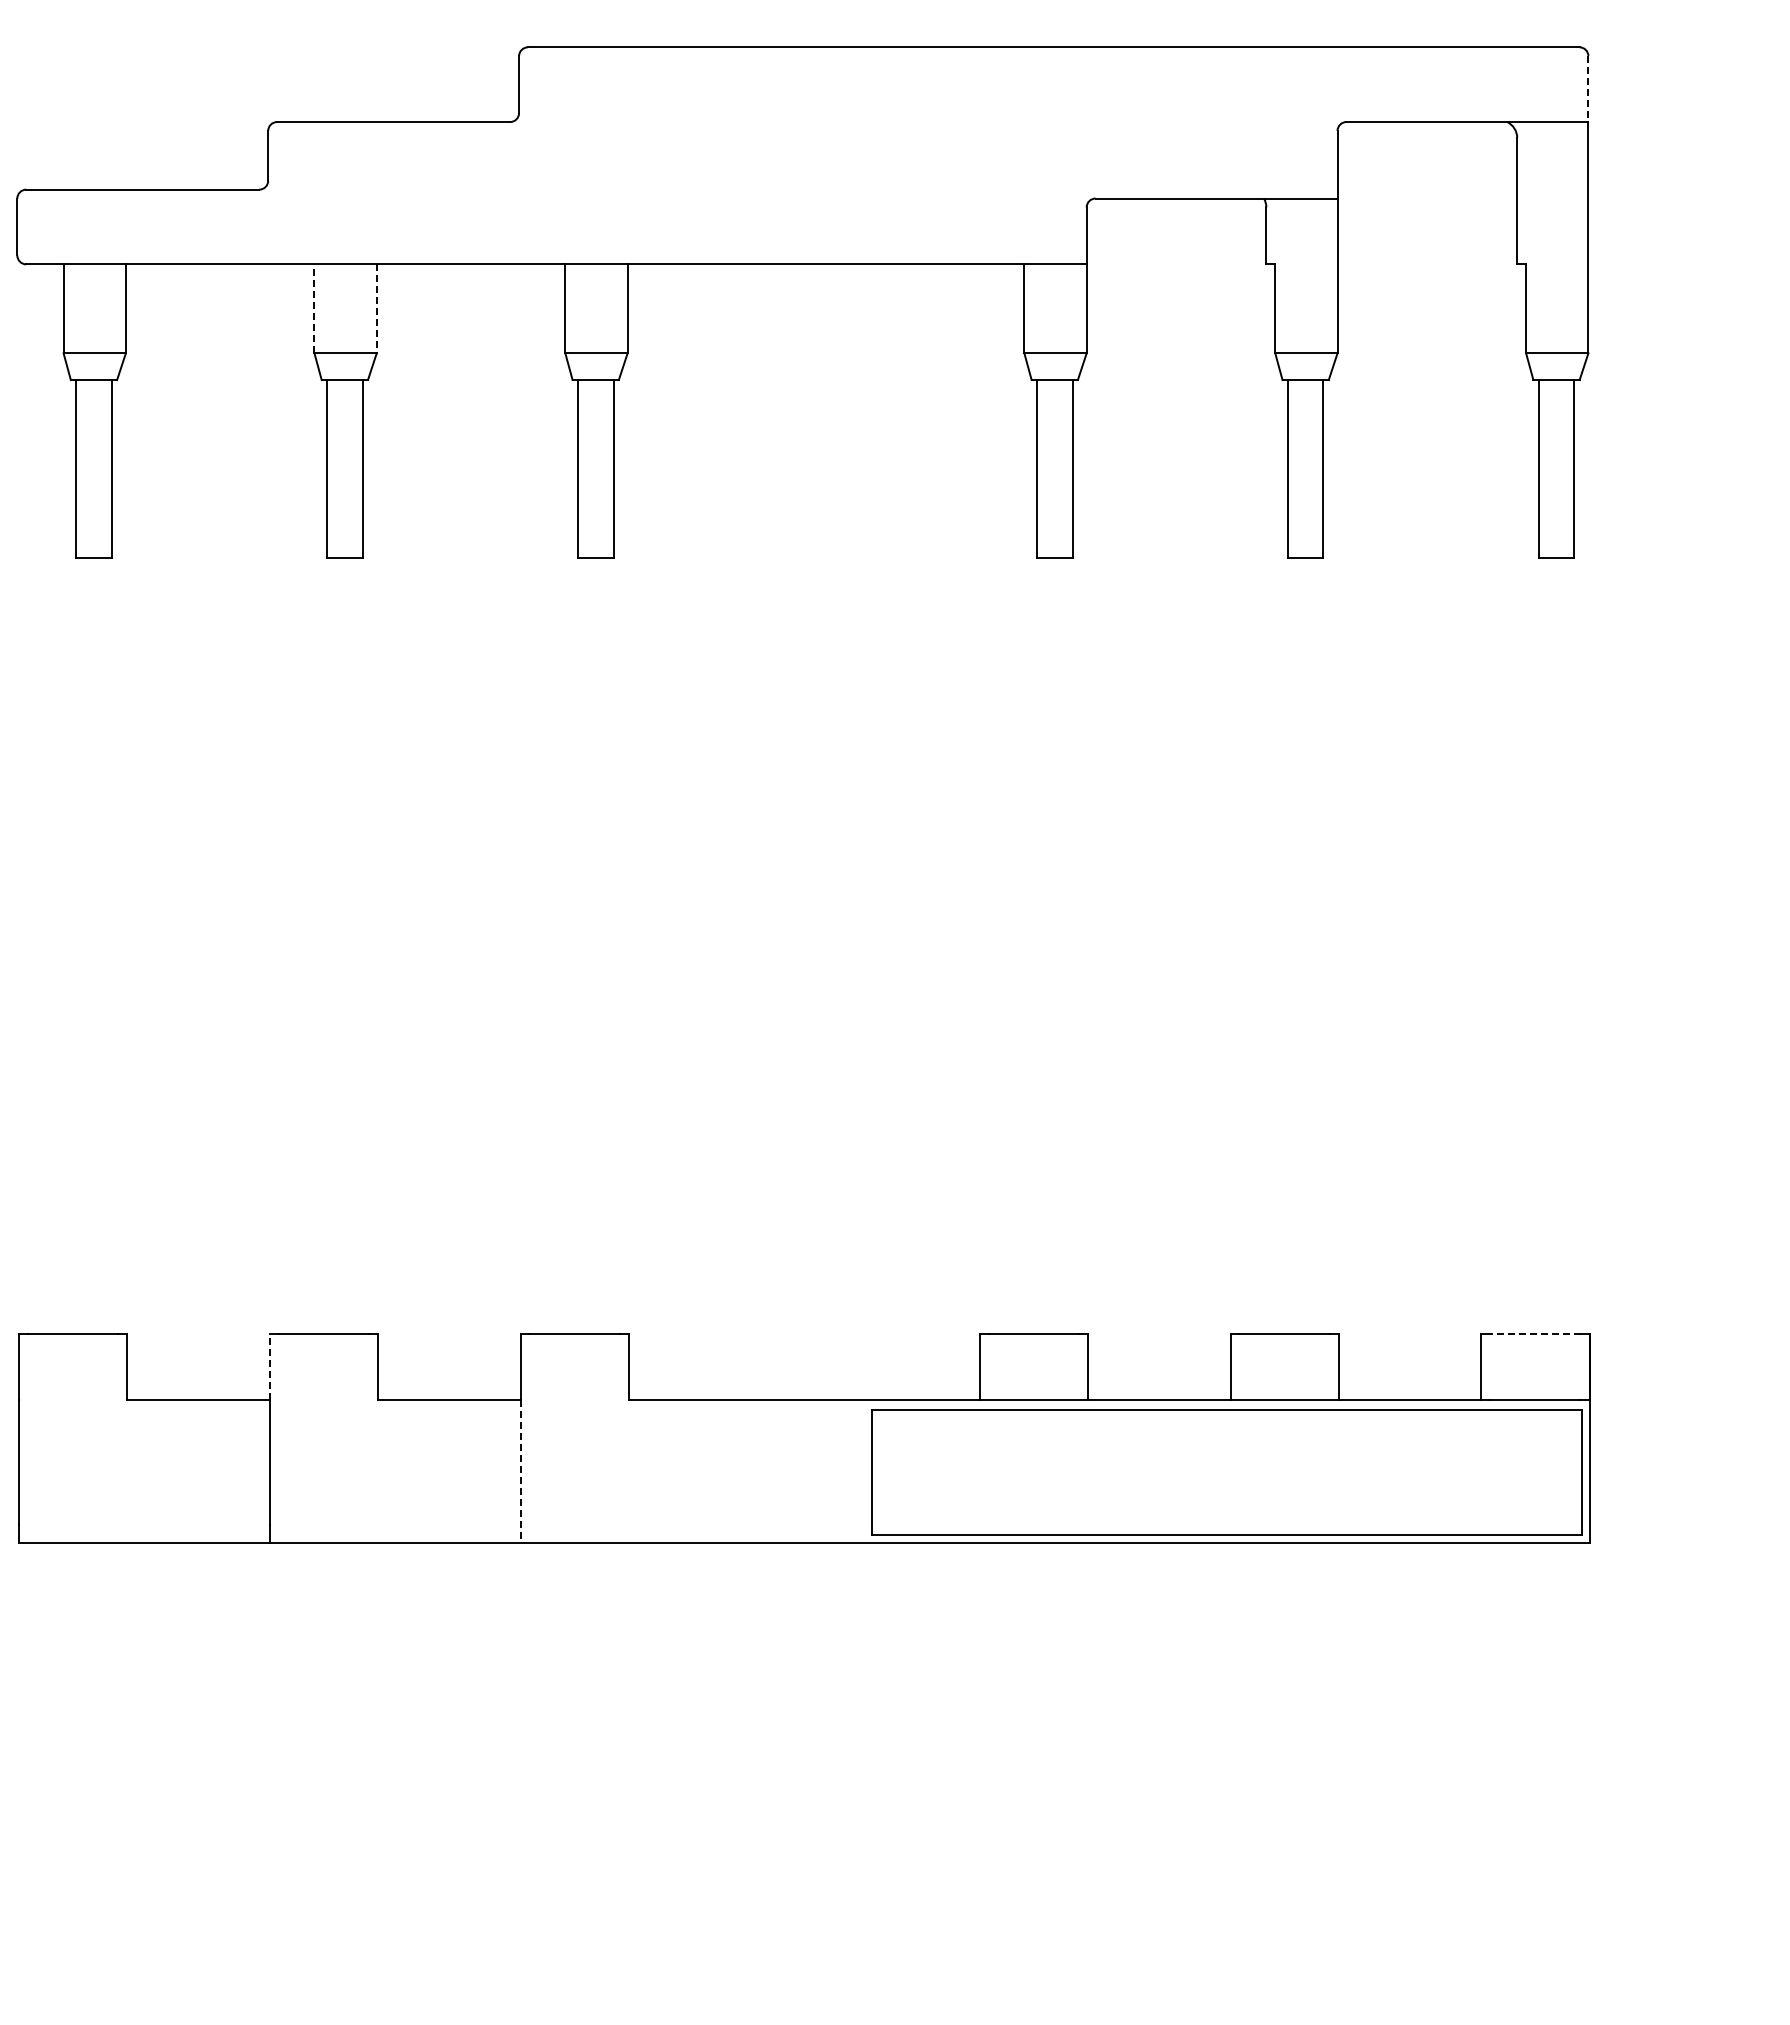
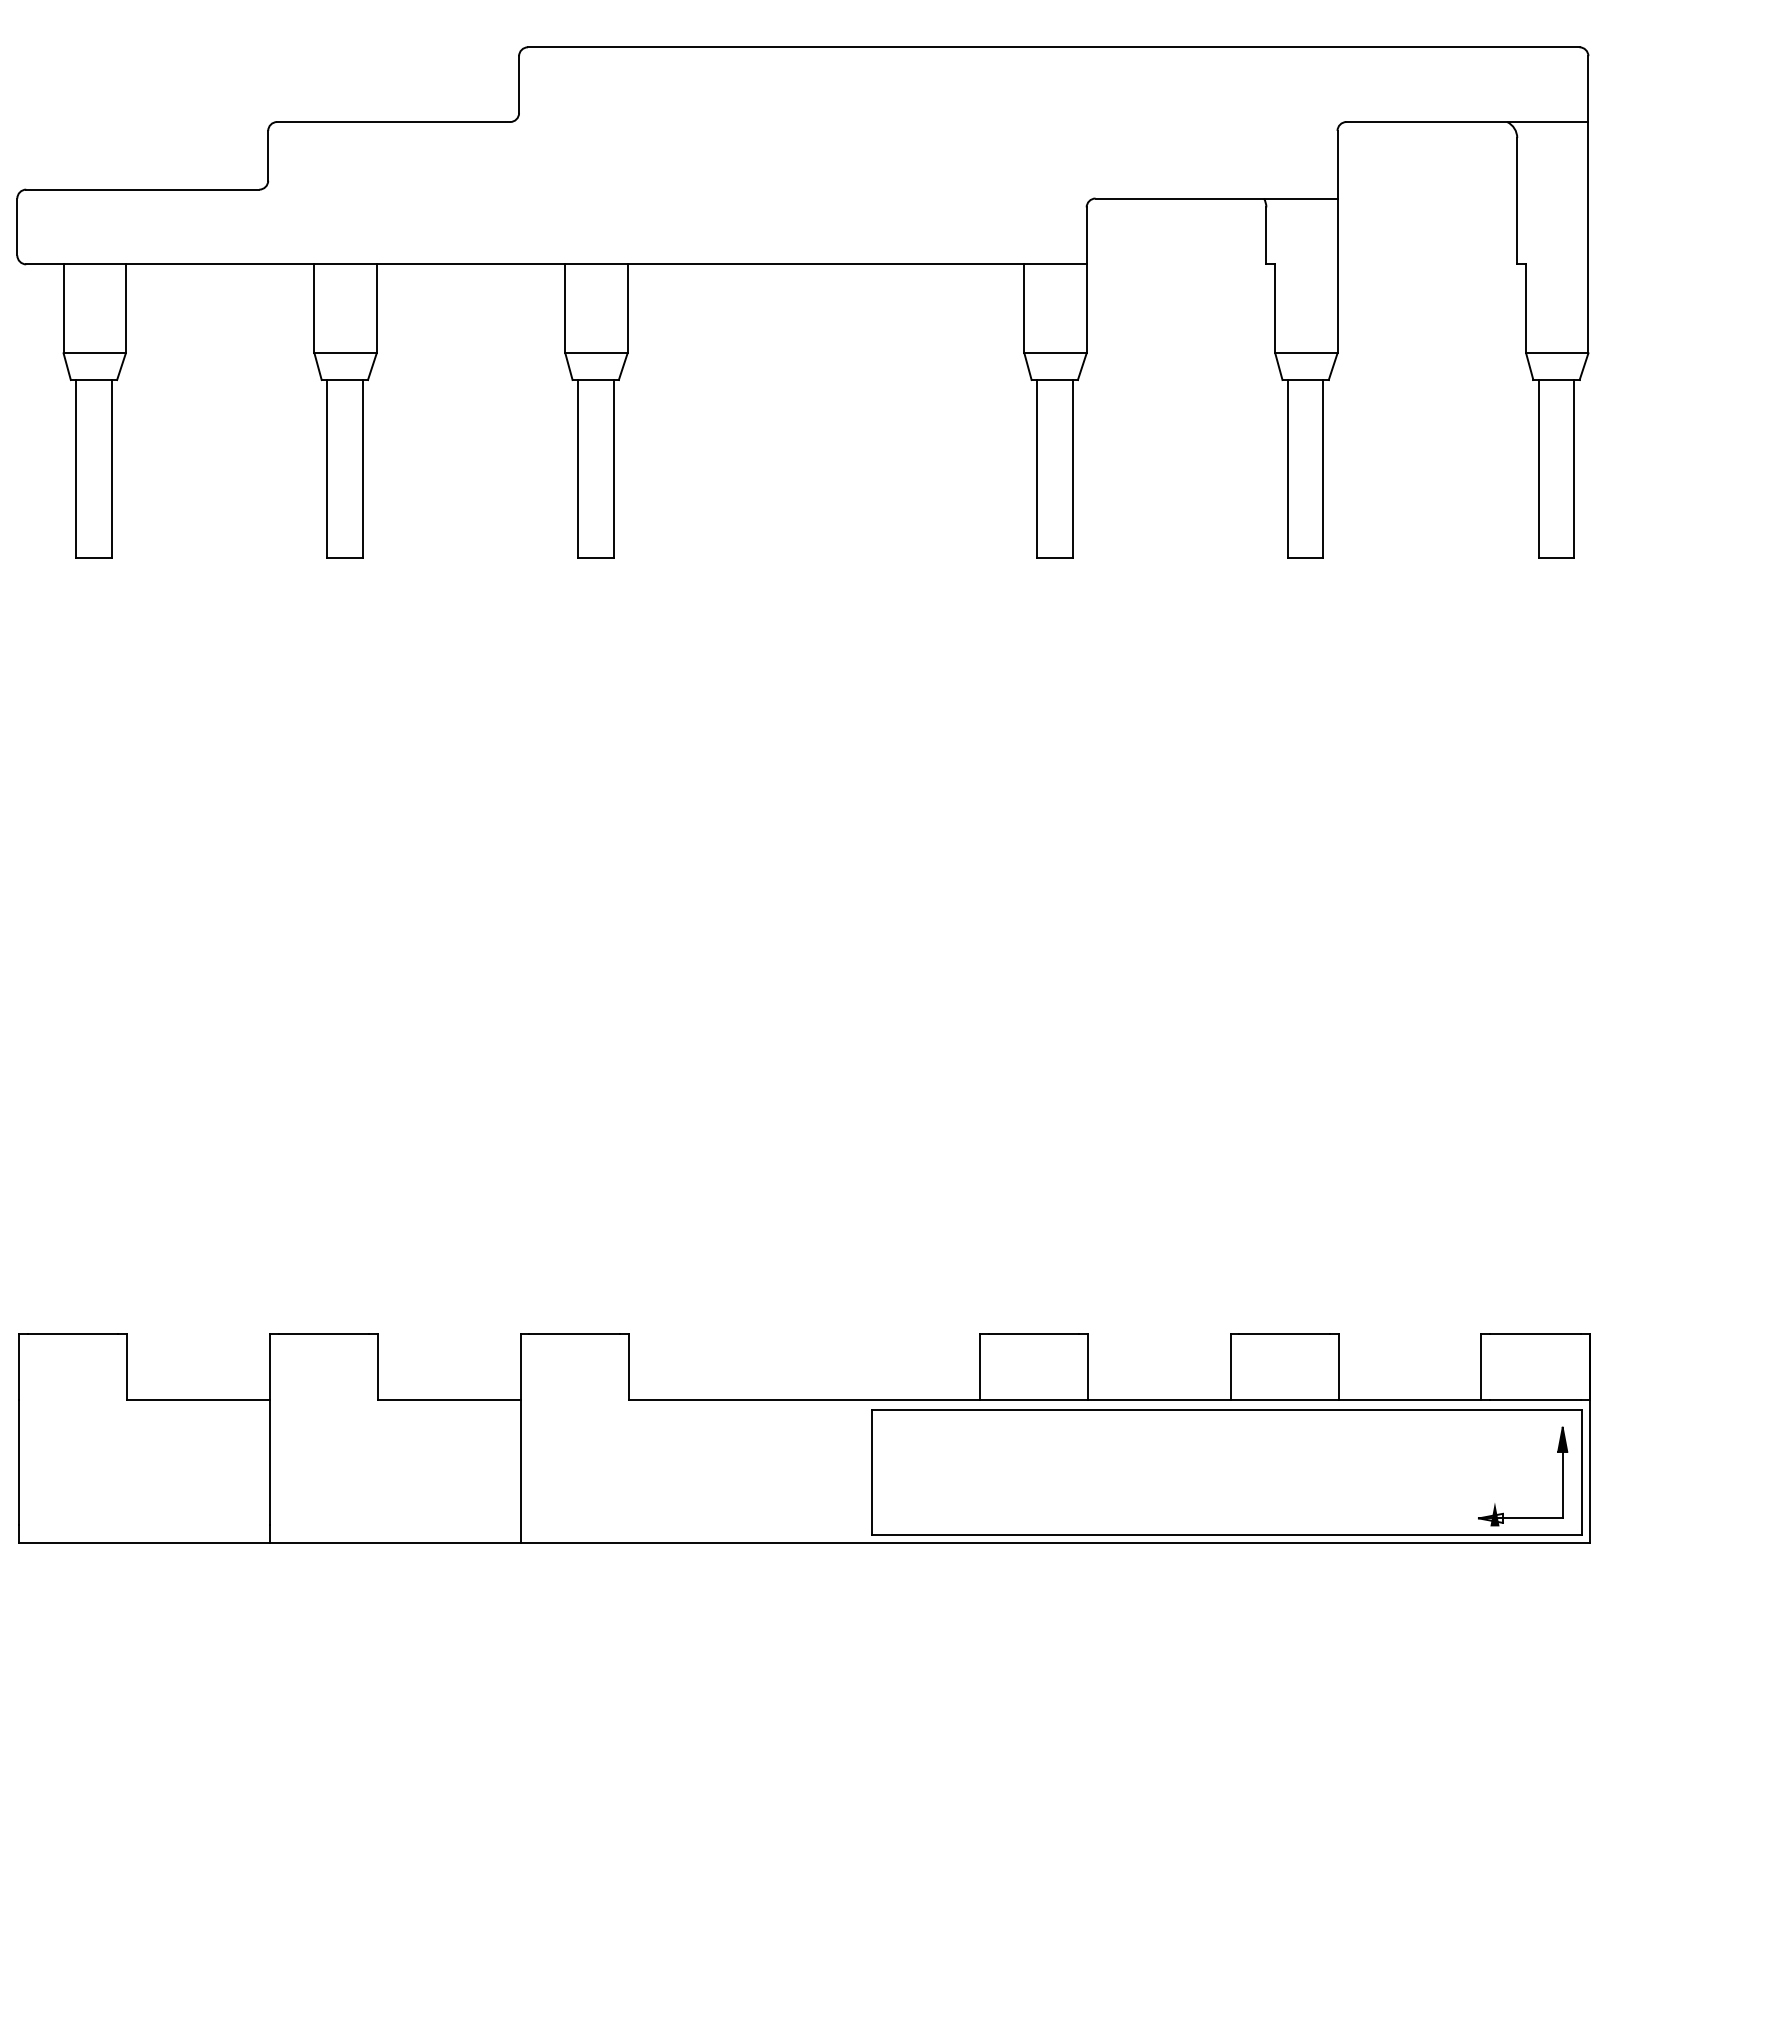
line at (1588, 89): dashed -> solid
line at (314, 308): dashed -> solid
line at (376, 309): dashed -> solid
line at (1535, 1334): dashed -> solid
line at (269, 1367): dashed -> solid
line at (520, 1471): dashed -> solid
part at (1495, 1503): none -> present
